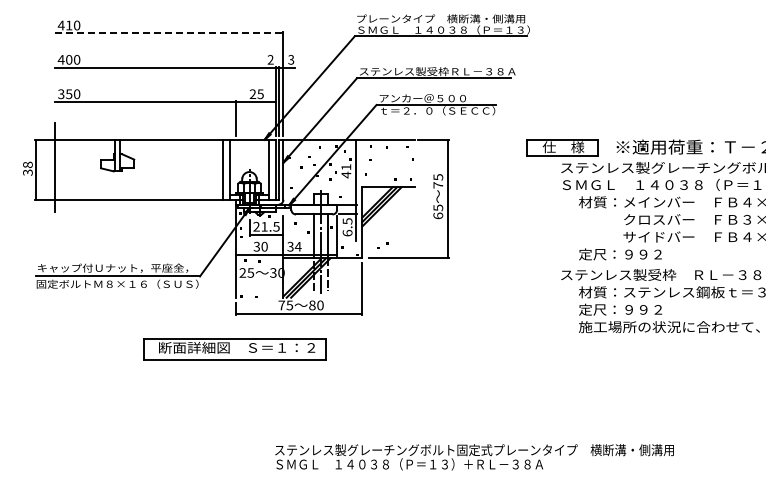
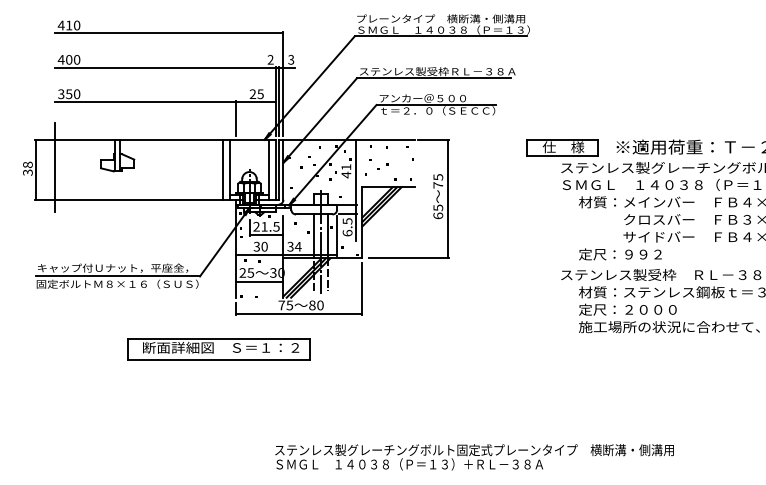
line at (169, 33): dashed -> solid
part at (382, 245) position: (382, 245) -> (382, 166)
line at (259, 282): none -> present
text at (650, 309): 定尺：９９２ -> 定尺：２０００
part at (234, 349) position: (234, 349) -> (218, 349)
